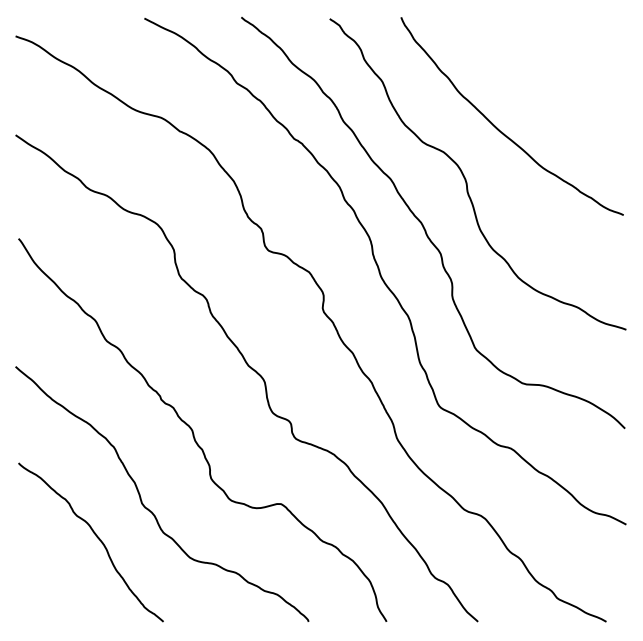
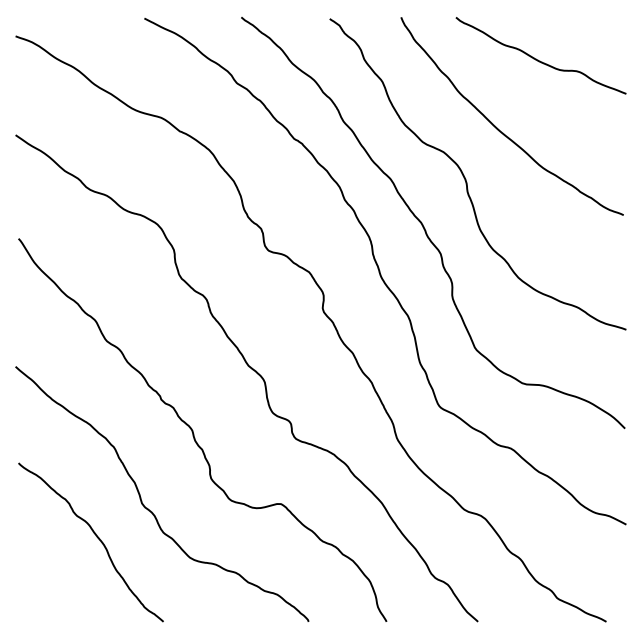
curve at (538, 59): none -> present
